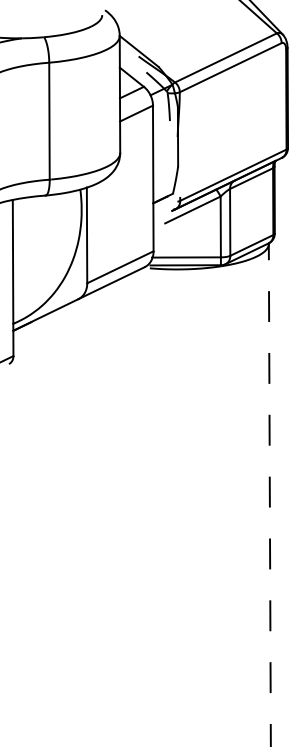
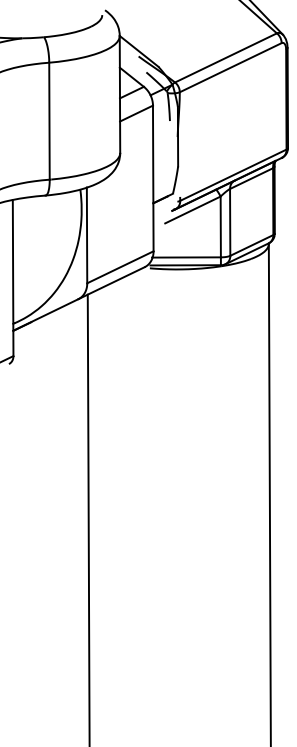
line at (269, 494): dashed -> solid
line at (88, 518): none -> present
